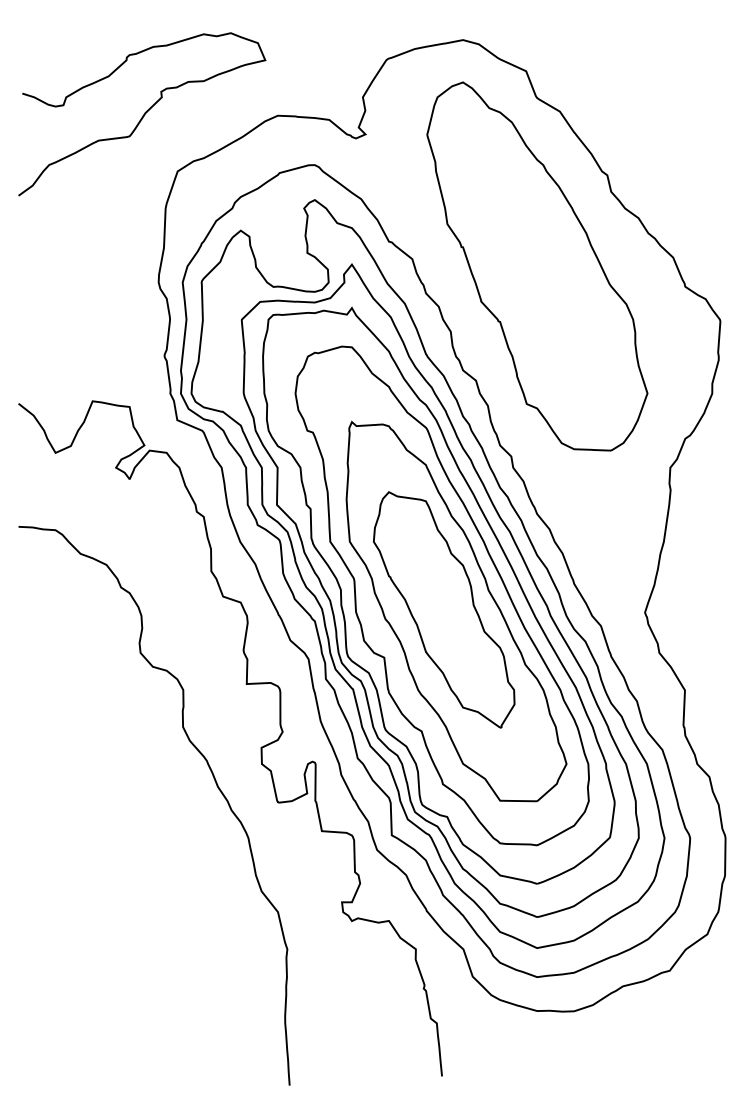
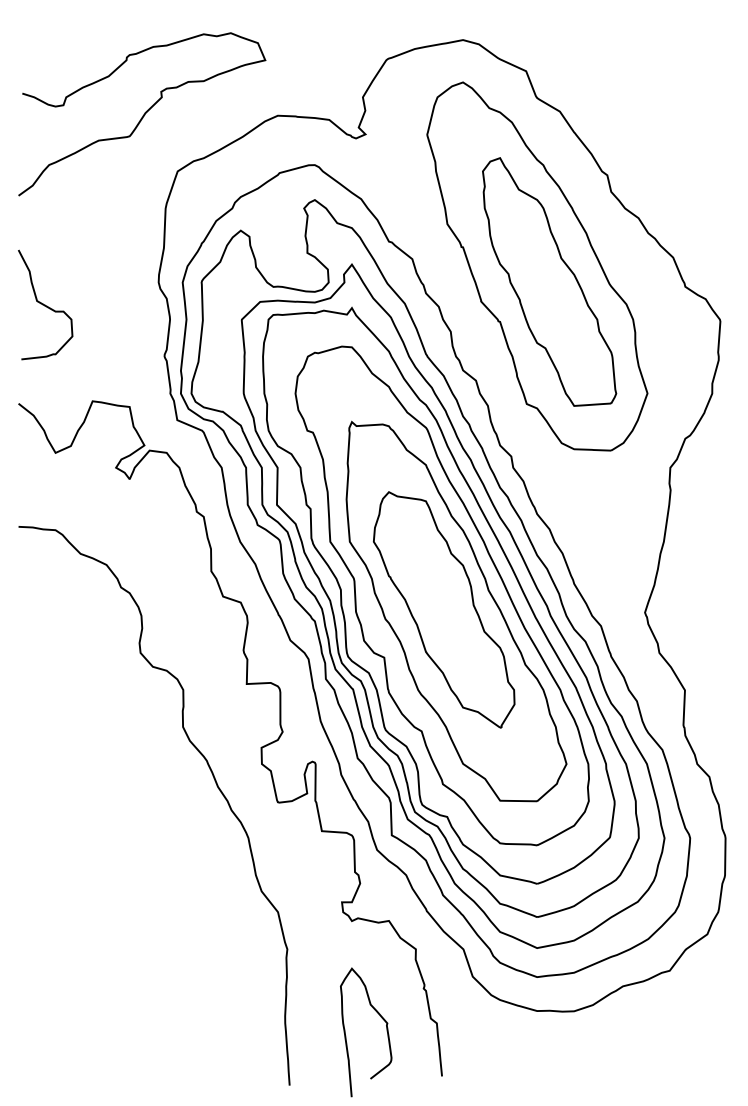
part at (549, 281): none -> present
curve at (45, 304): none -> present
curve at (386, 1031): none -> present
